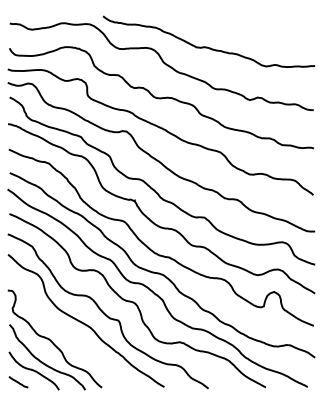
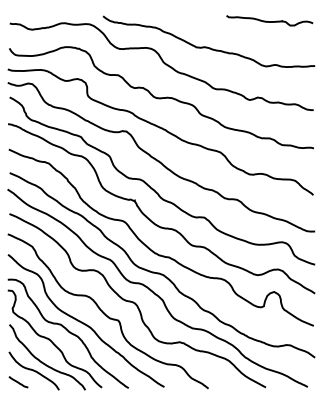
curve at (269, 21): none -> present
curve at (68, 332): none -> present
